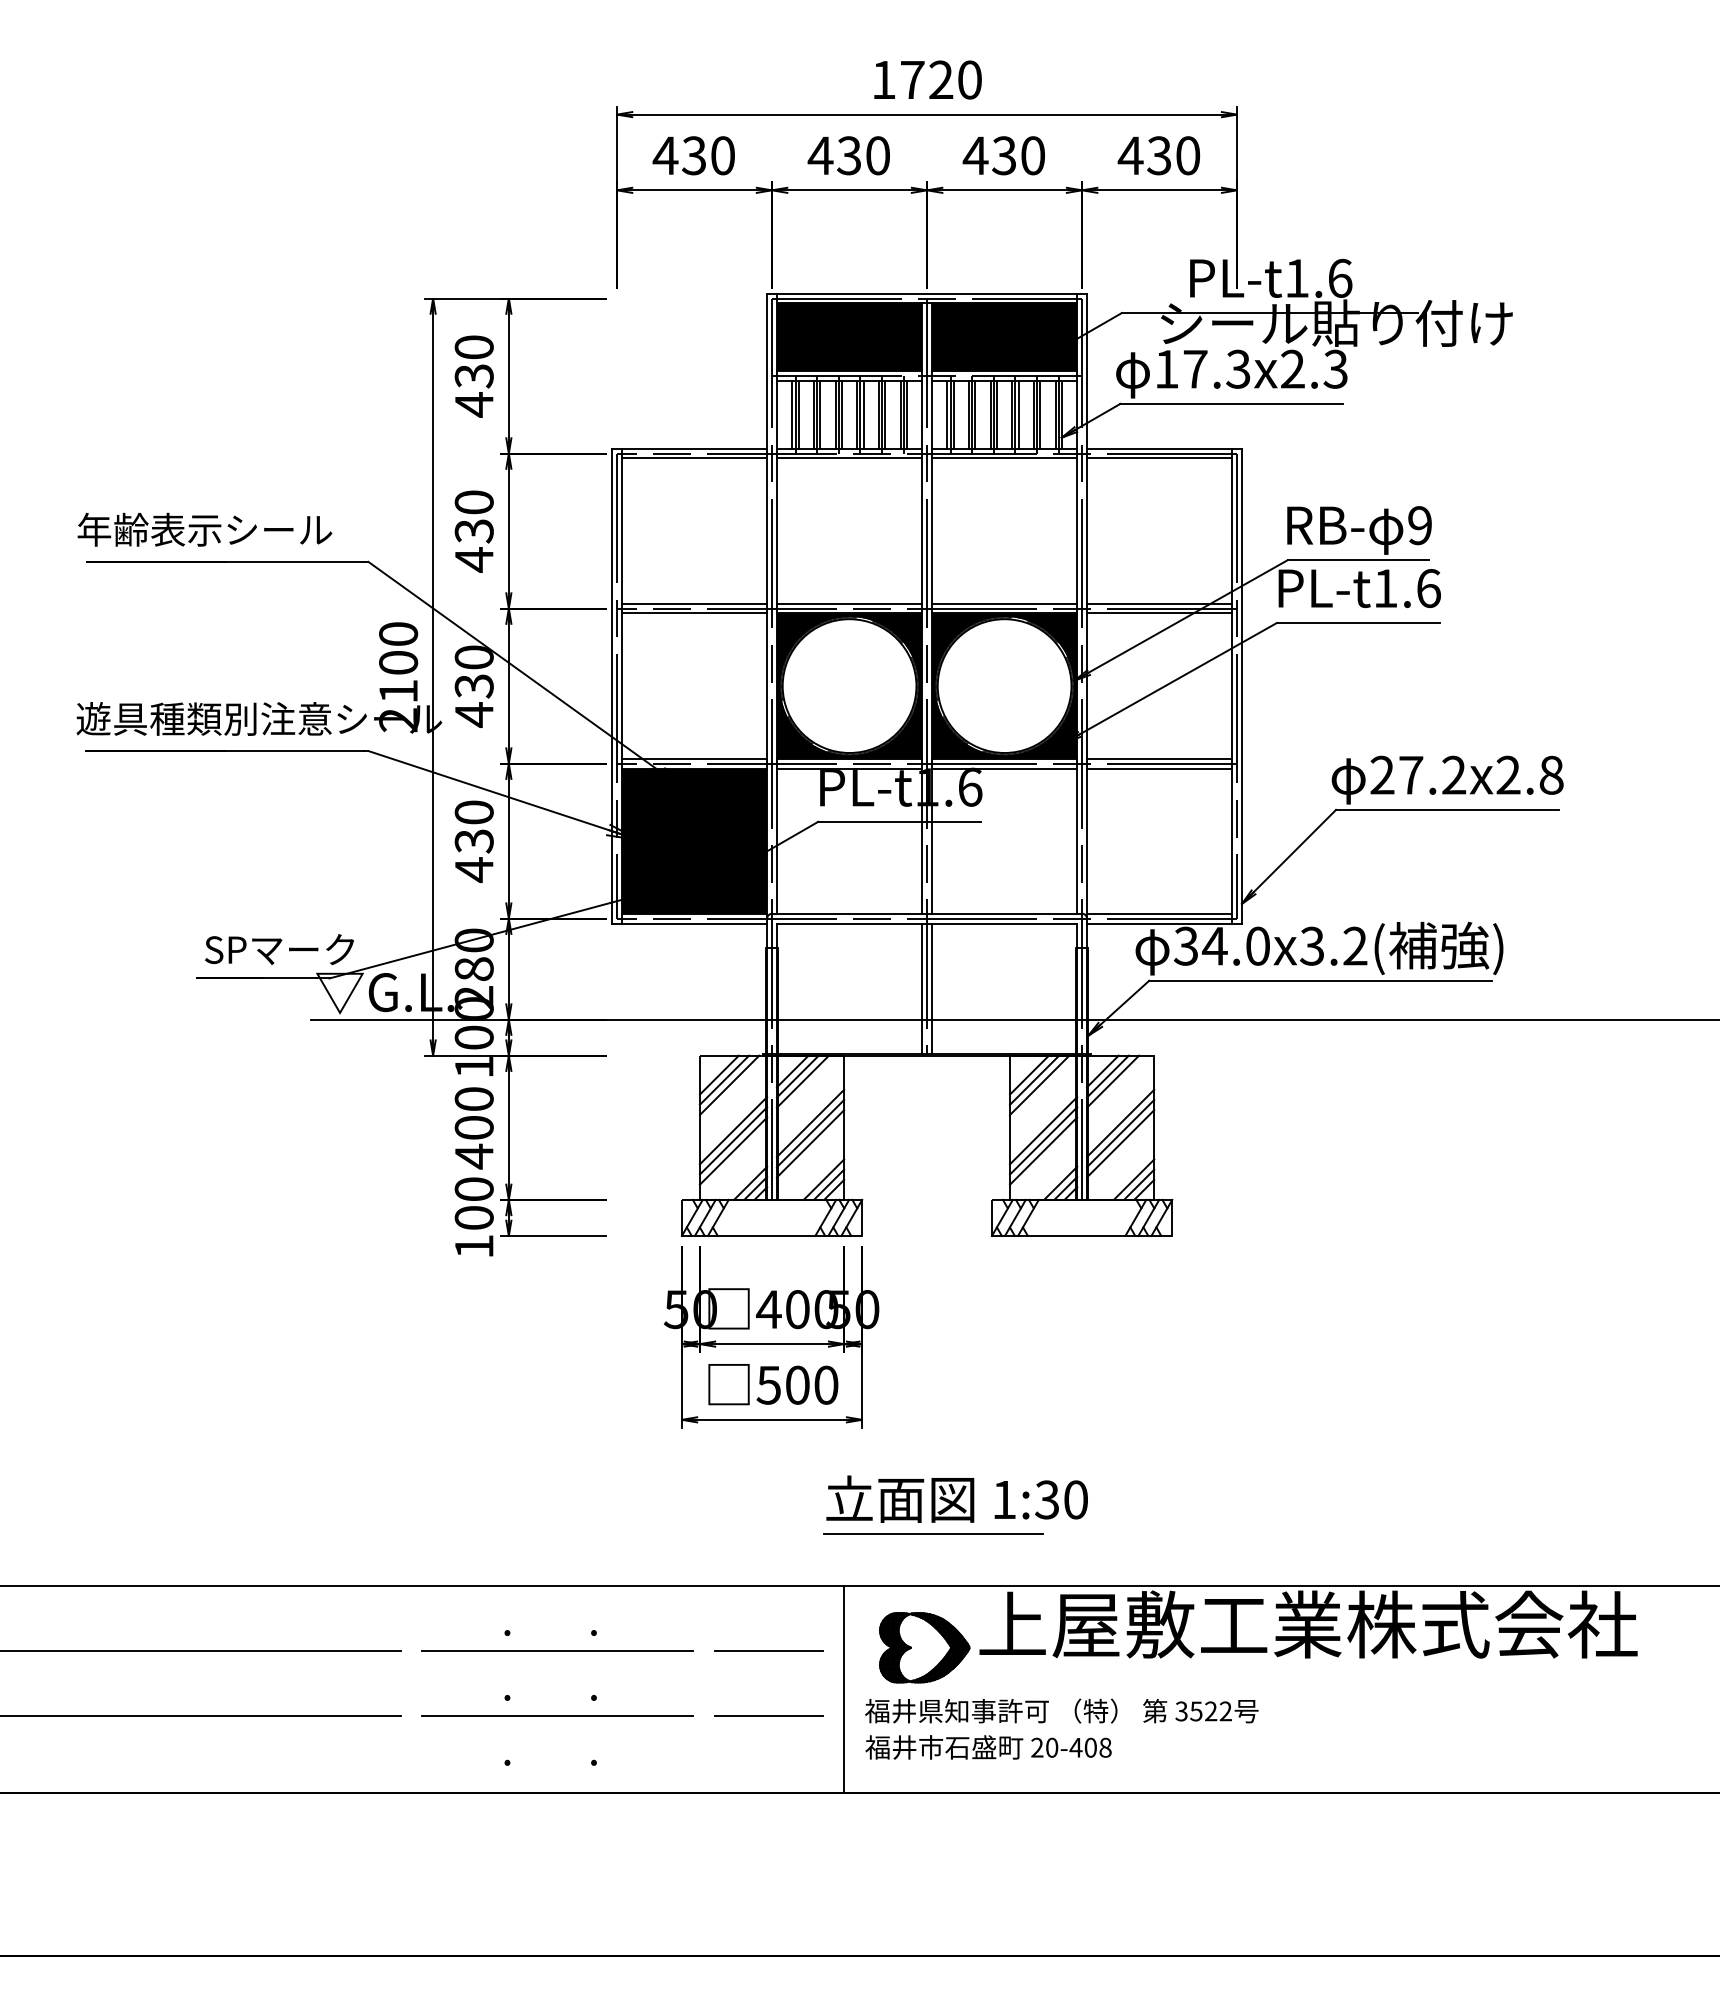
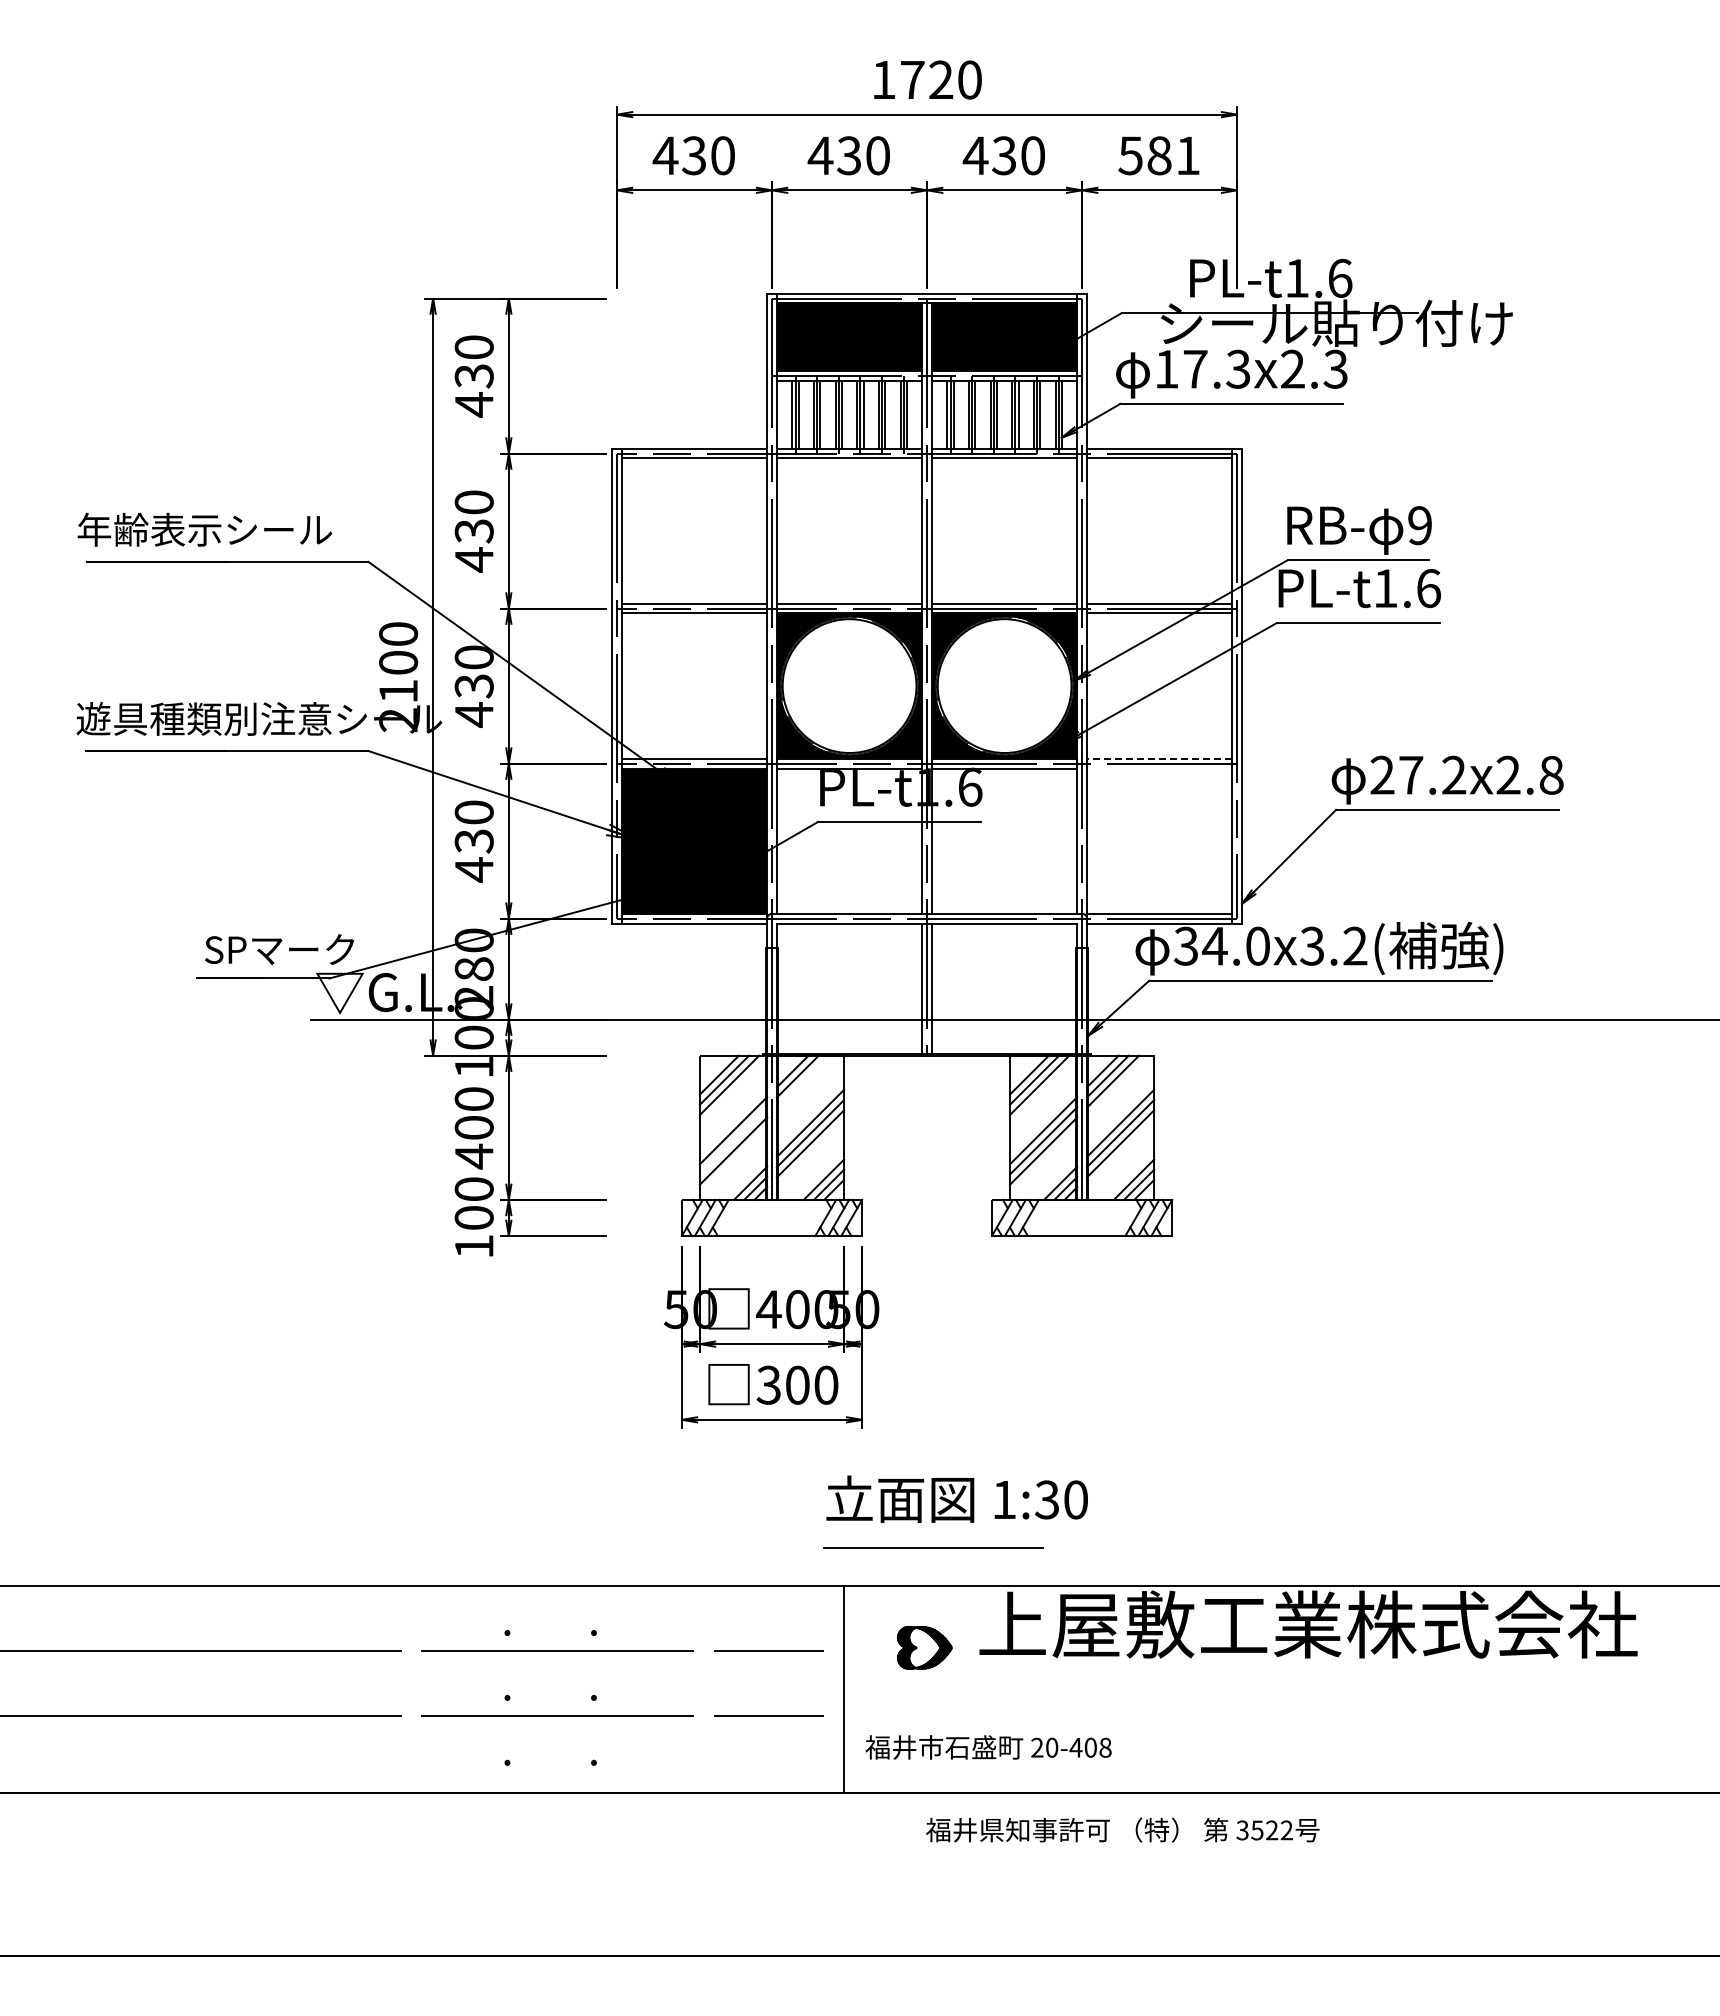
text at (1158, 155): 430 -> 581
line at (1159, 758): solid -> dashed
line at (1159, 768): present -> none
line at (802, 1081): present -> none
line at (733, 1140): present -> none
text at (768, 1384): 500 -> 300
line at (933, 1533) position: (933, 1533) -> (933, 1547)
part at (924, 1647) size: 92x72 px -> 57x44 px
text at (1061, 1710) position: (1061, 1710) -> (1122, 1829)
